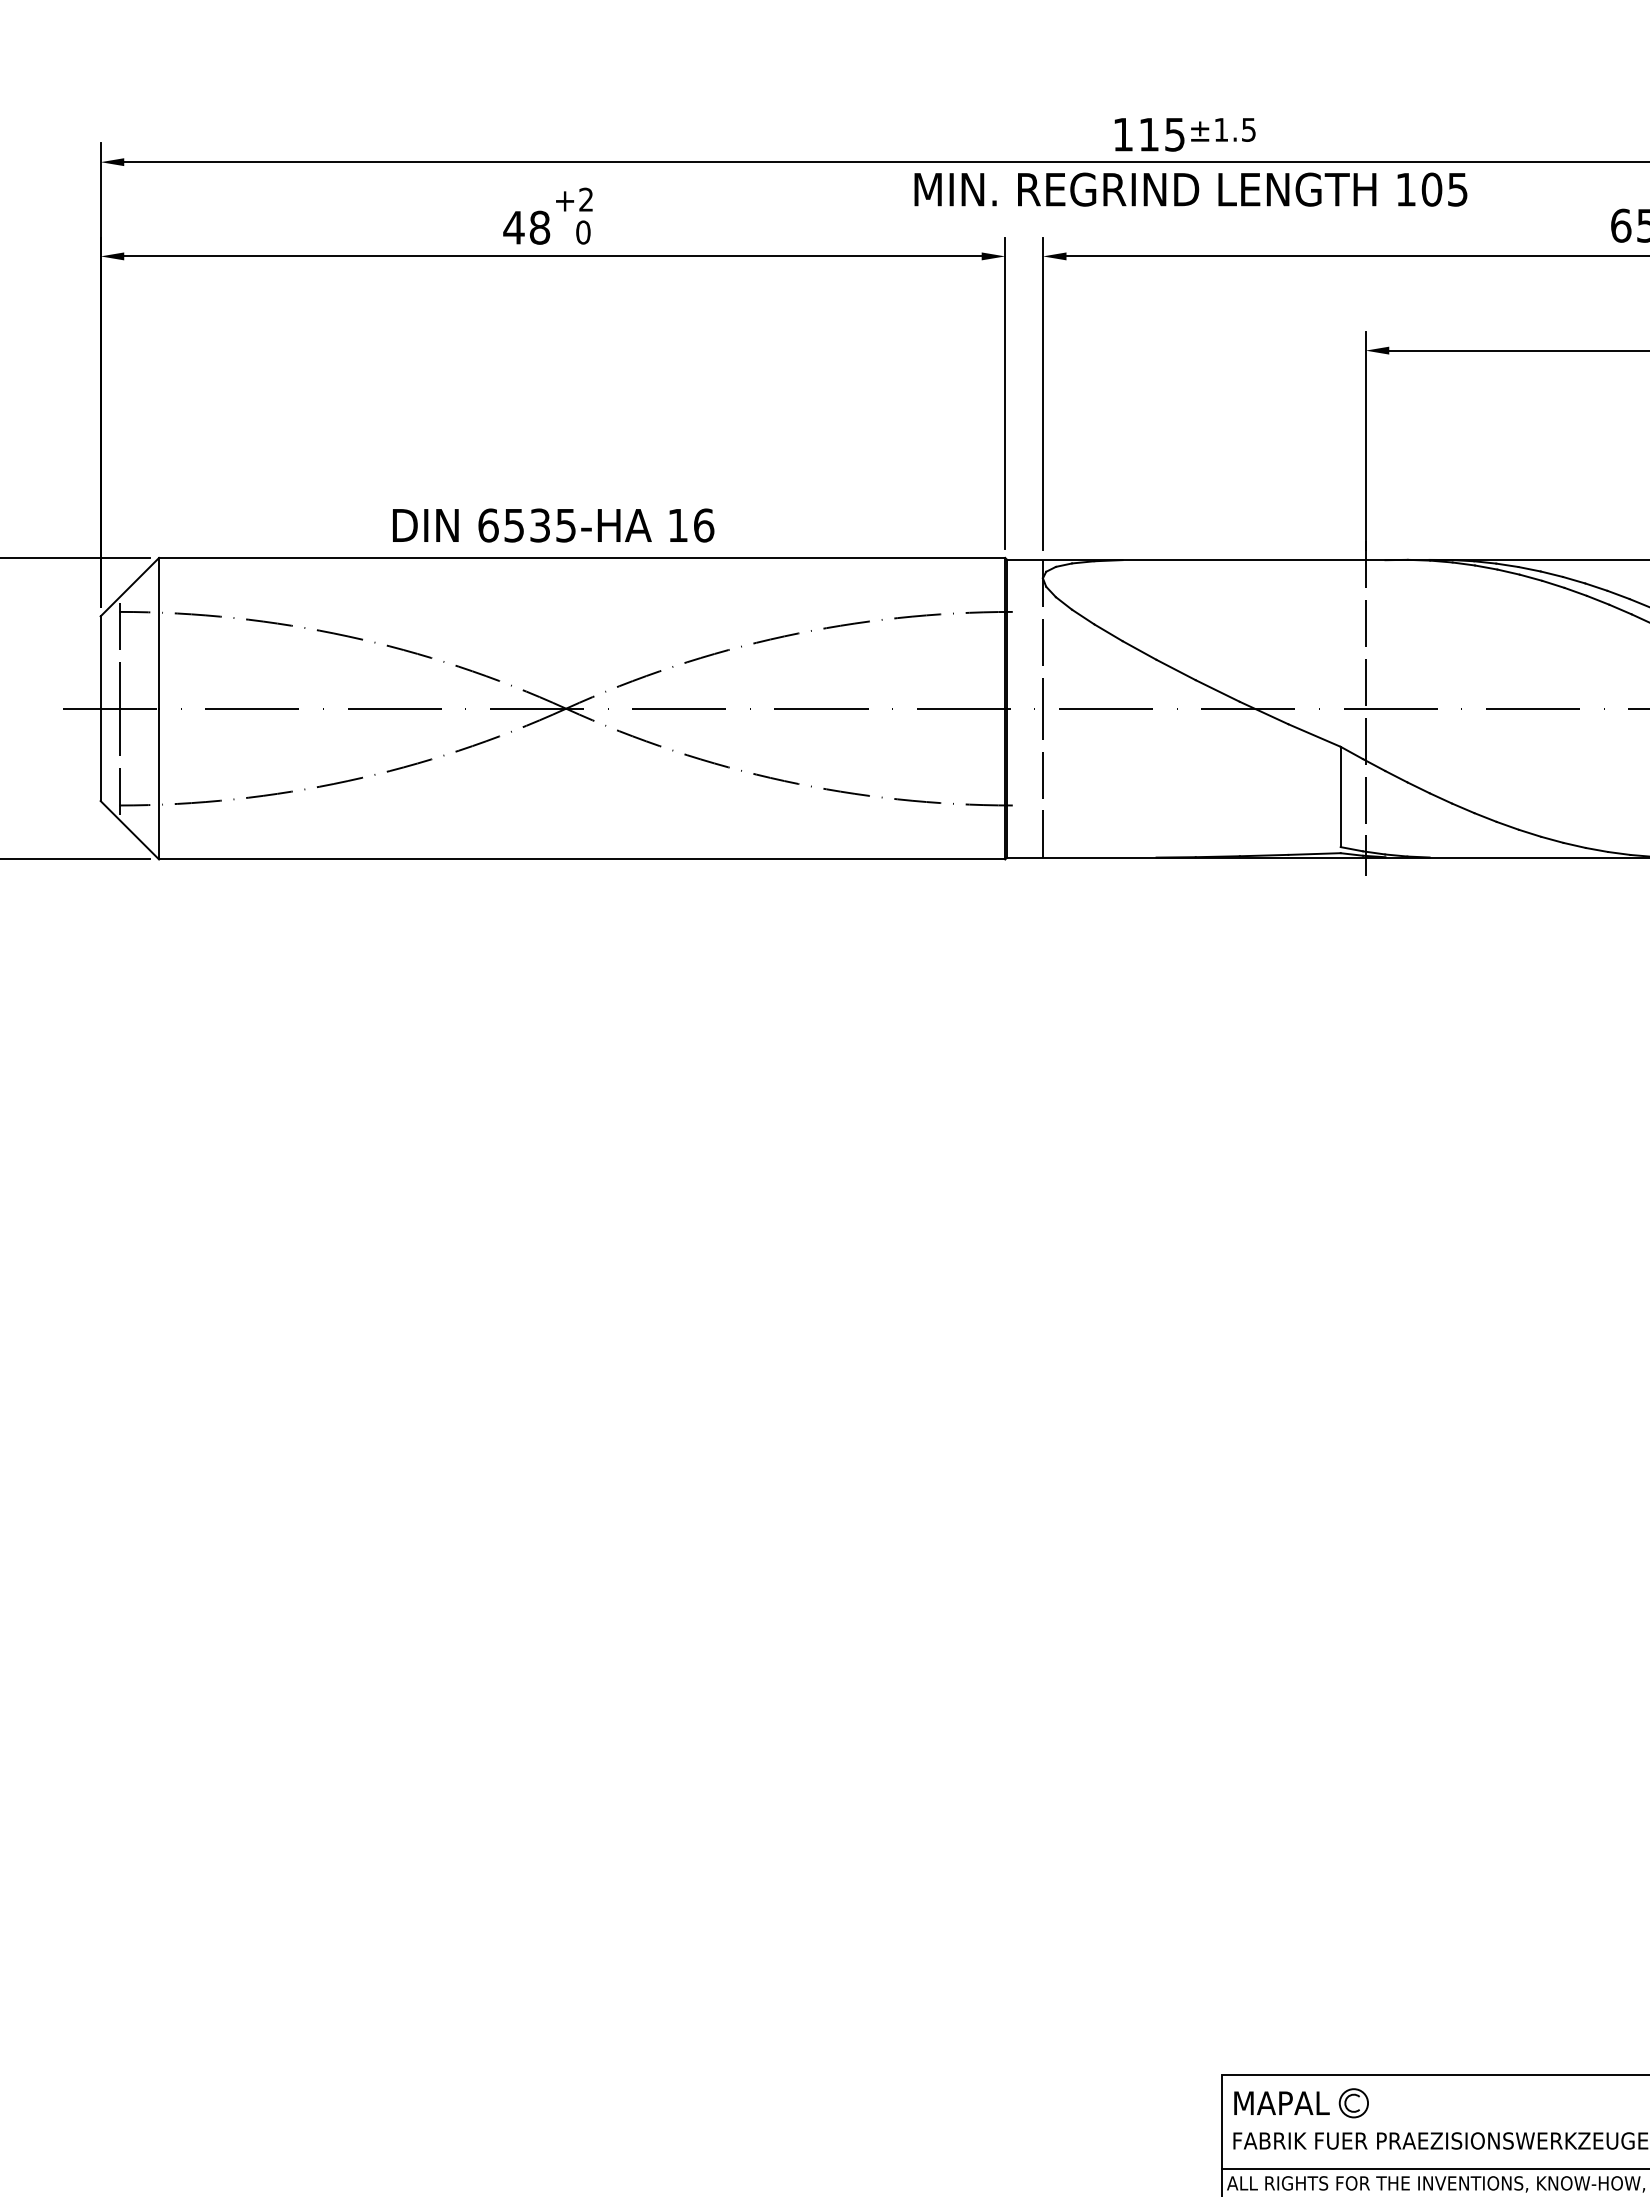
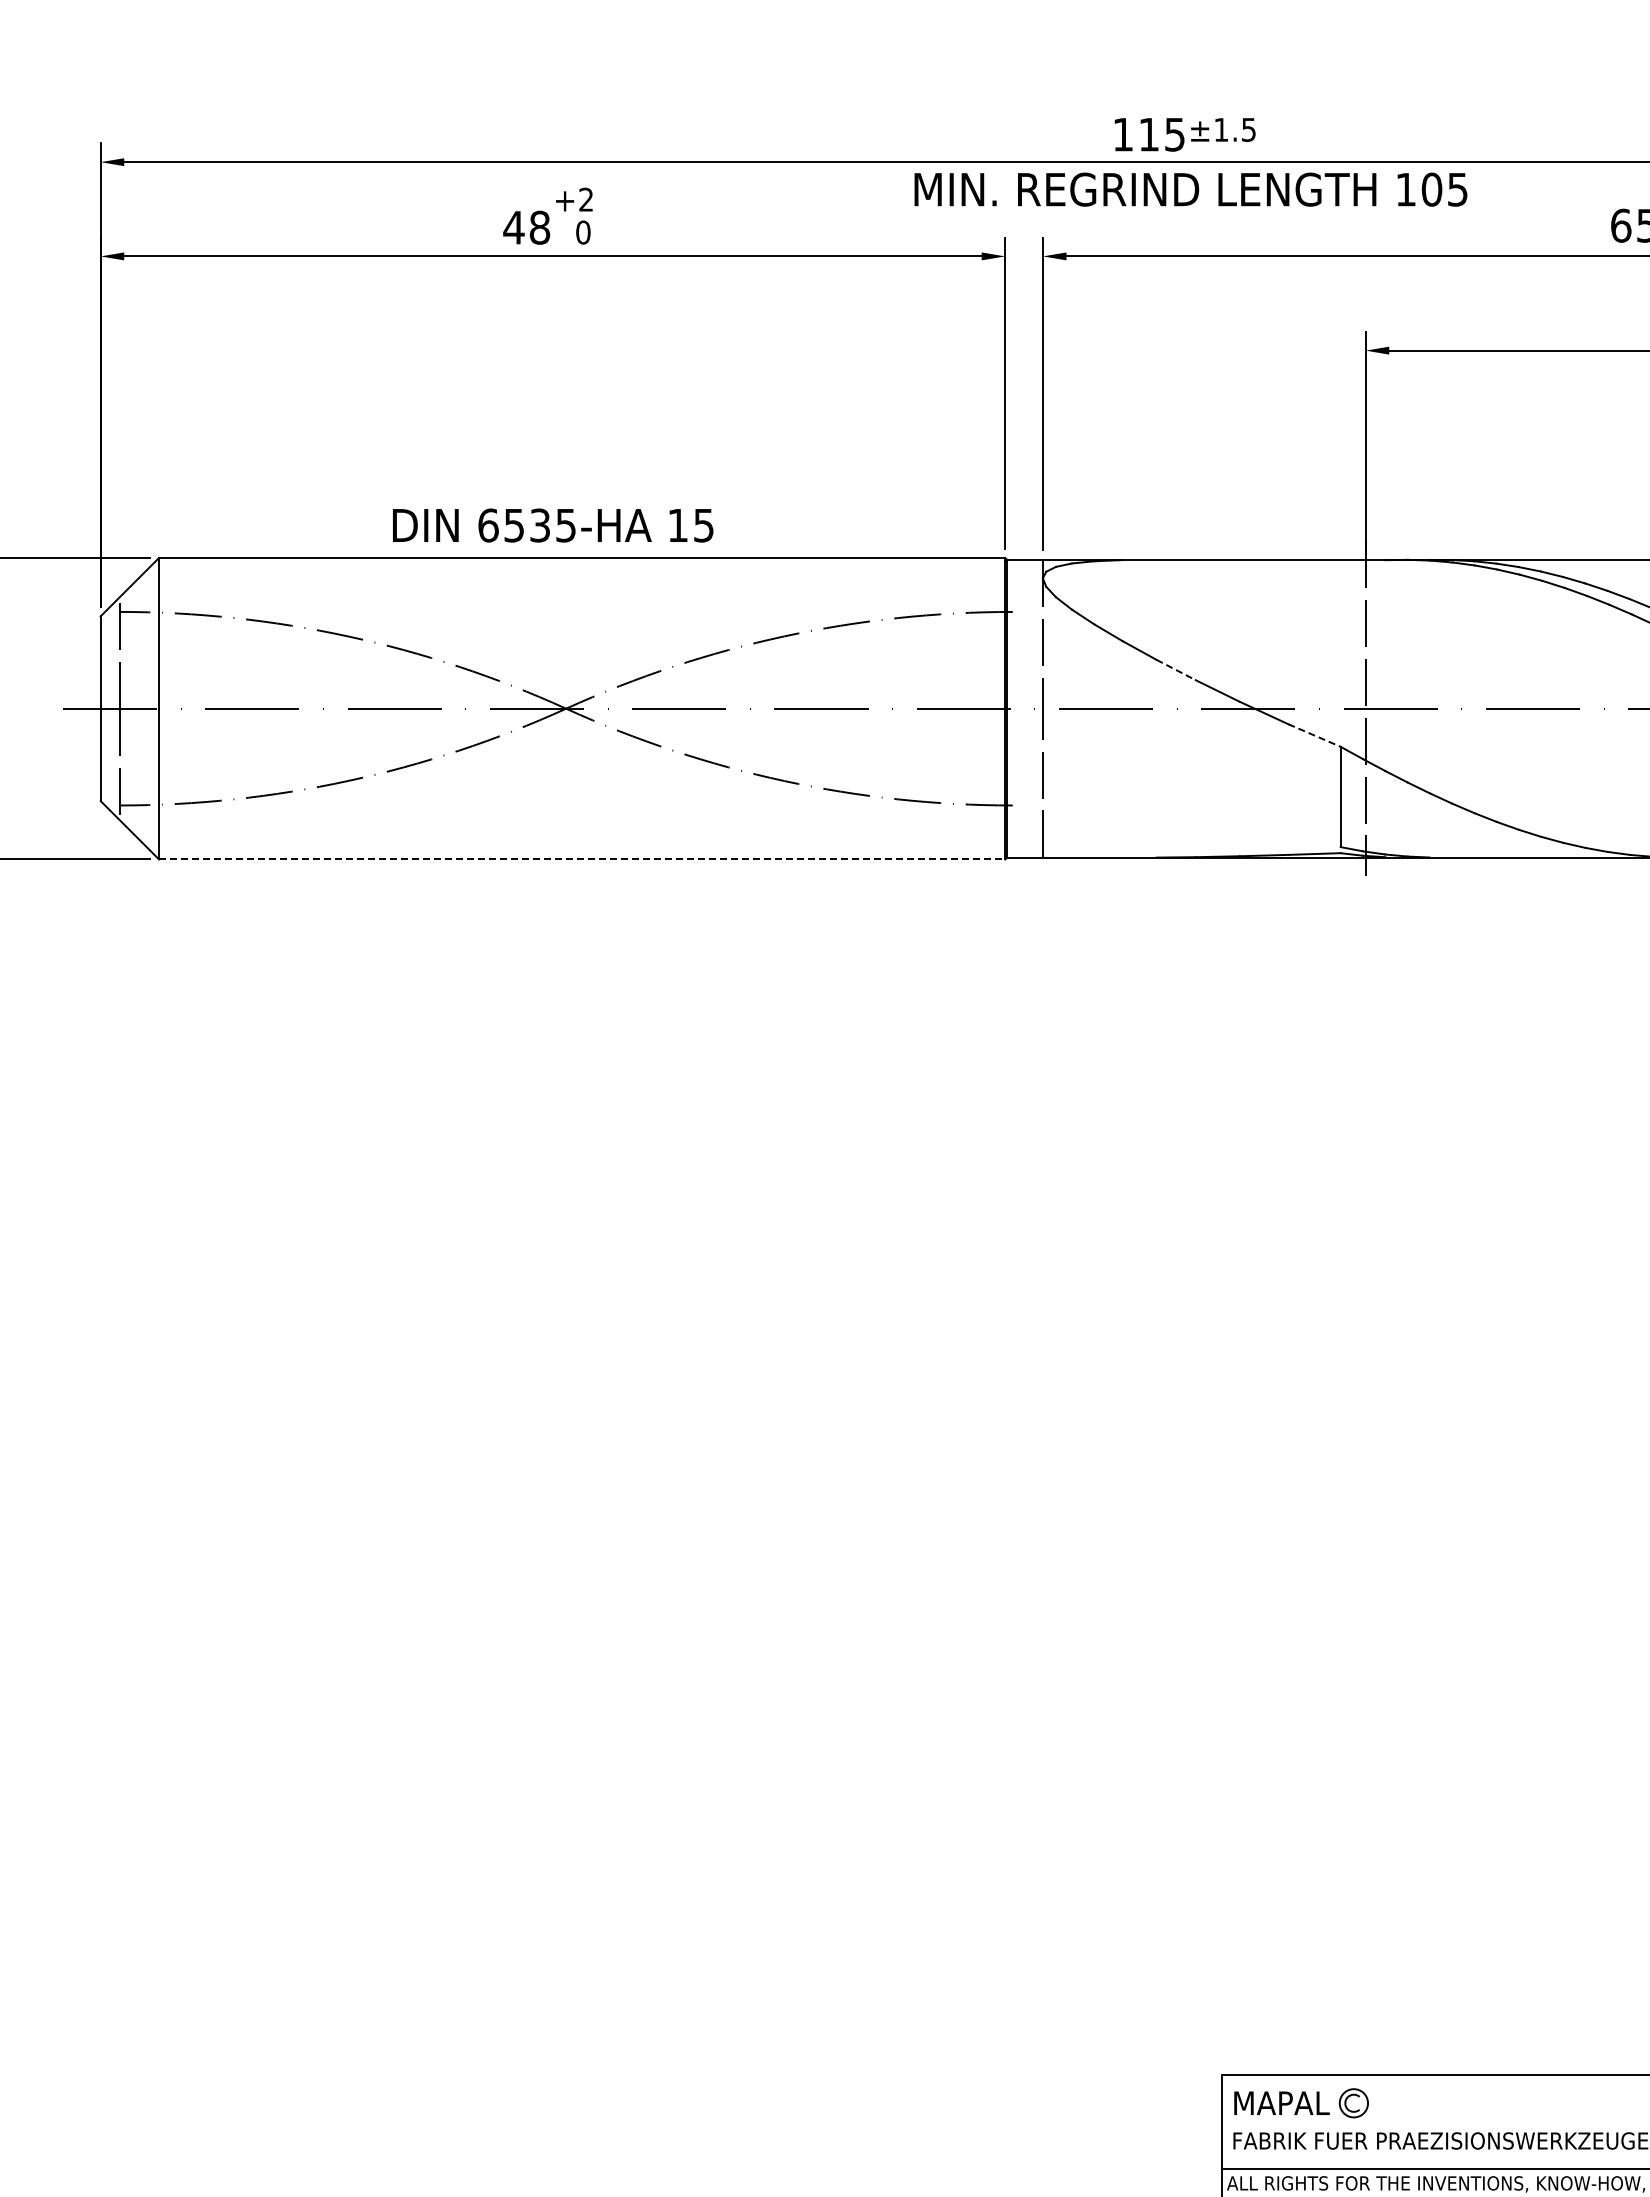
text at (704, 525): 16 -> 15
line at (1176, 670): solid -> dashed
line at (1314, 735): solid -> dashed
line at (582, 859): solid -> dashed
